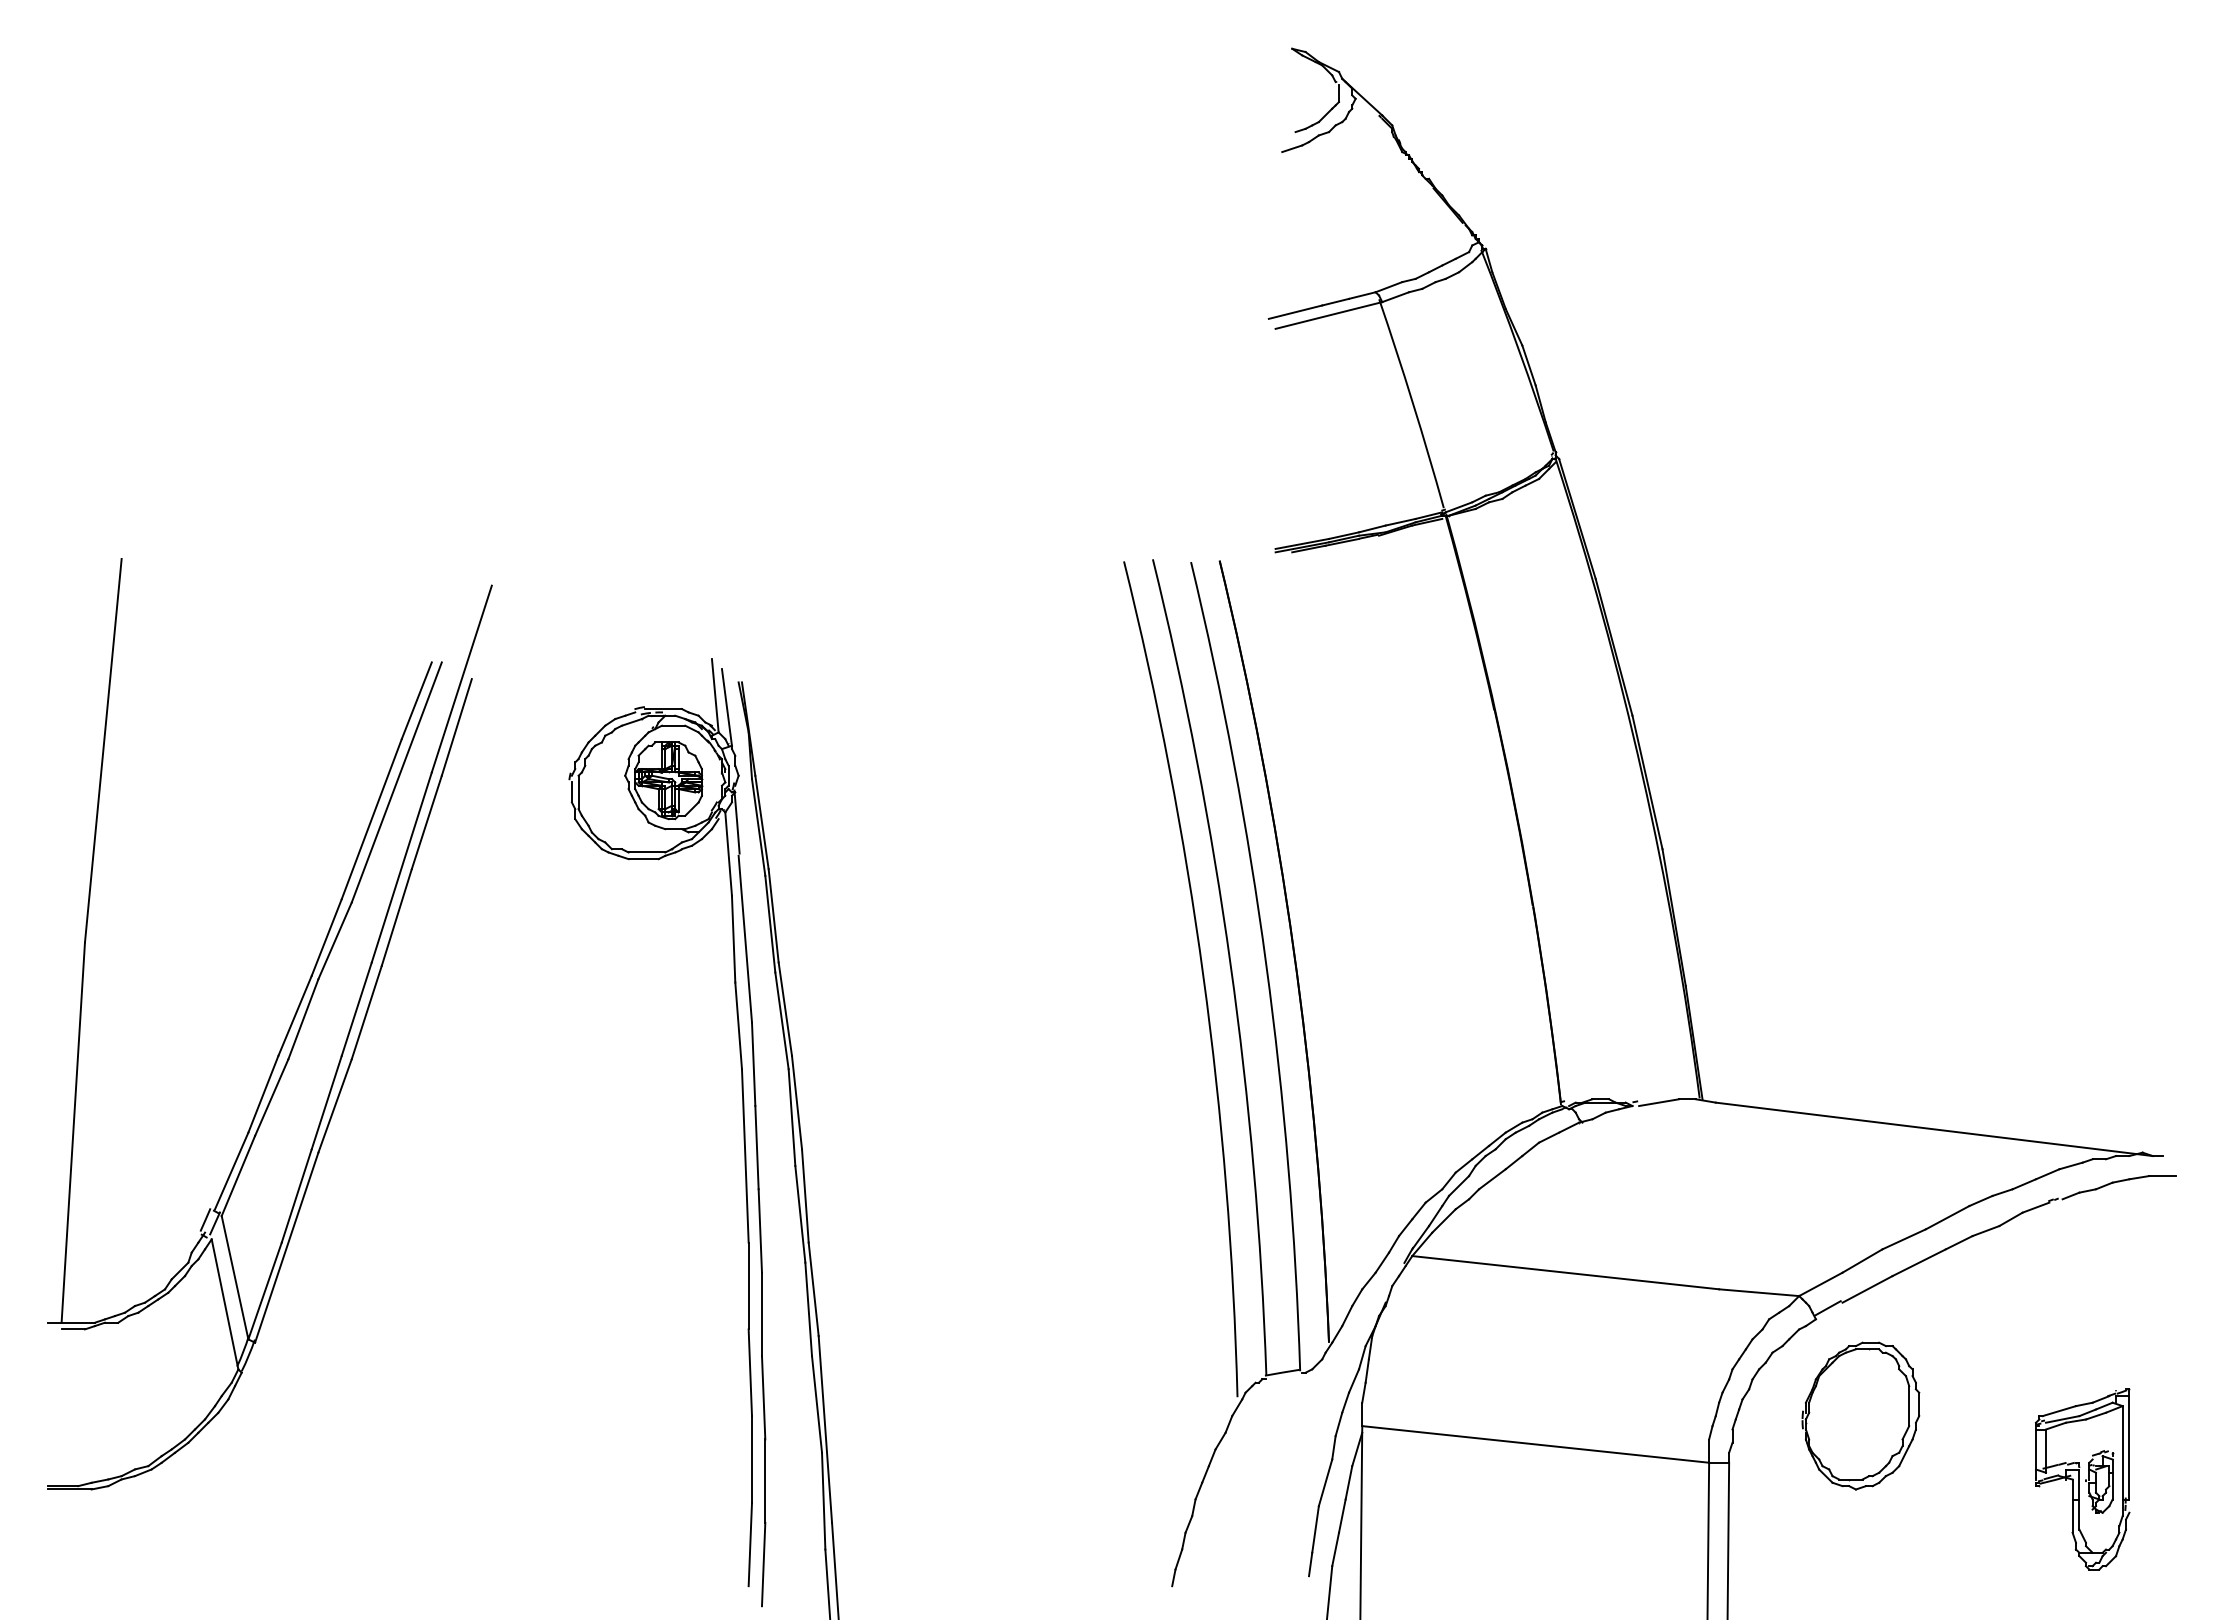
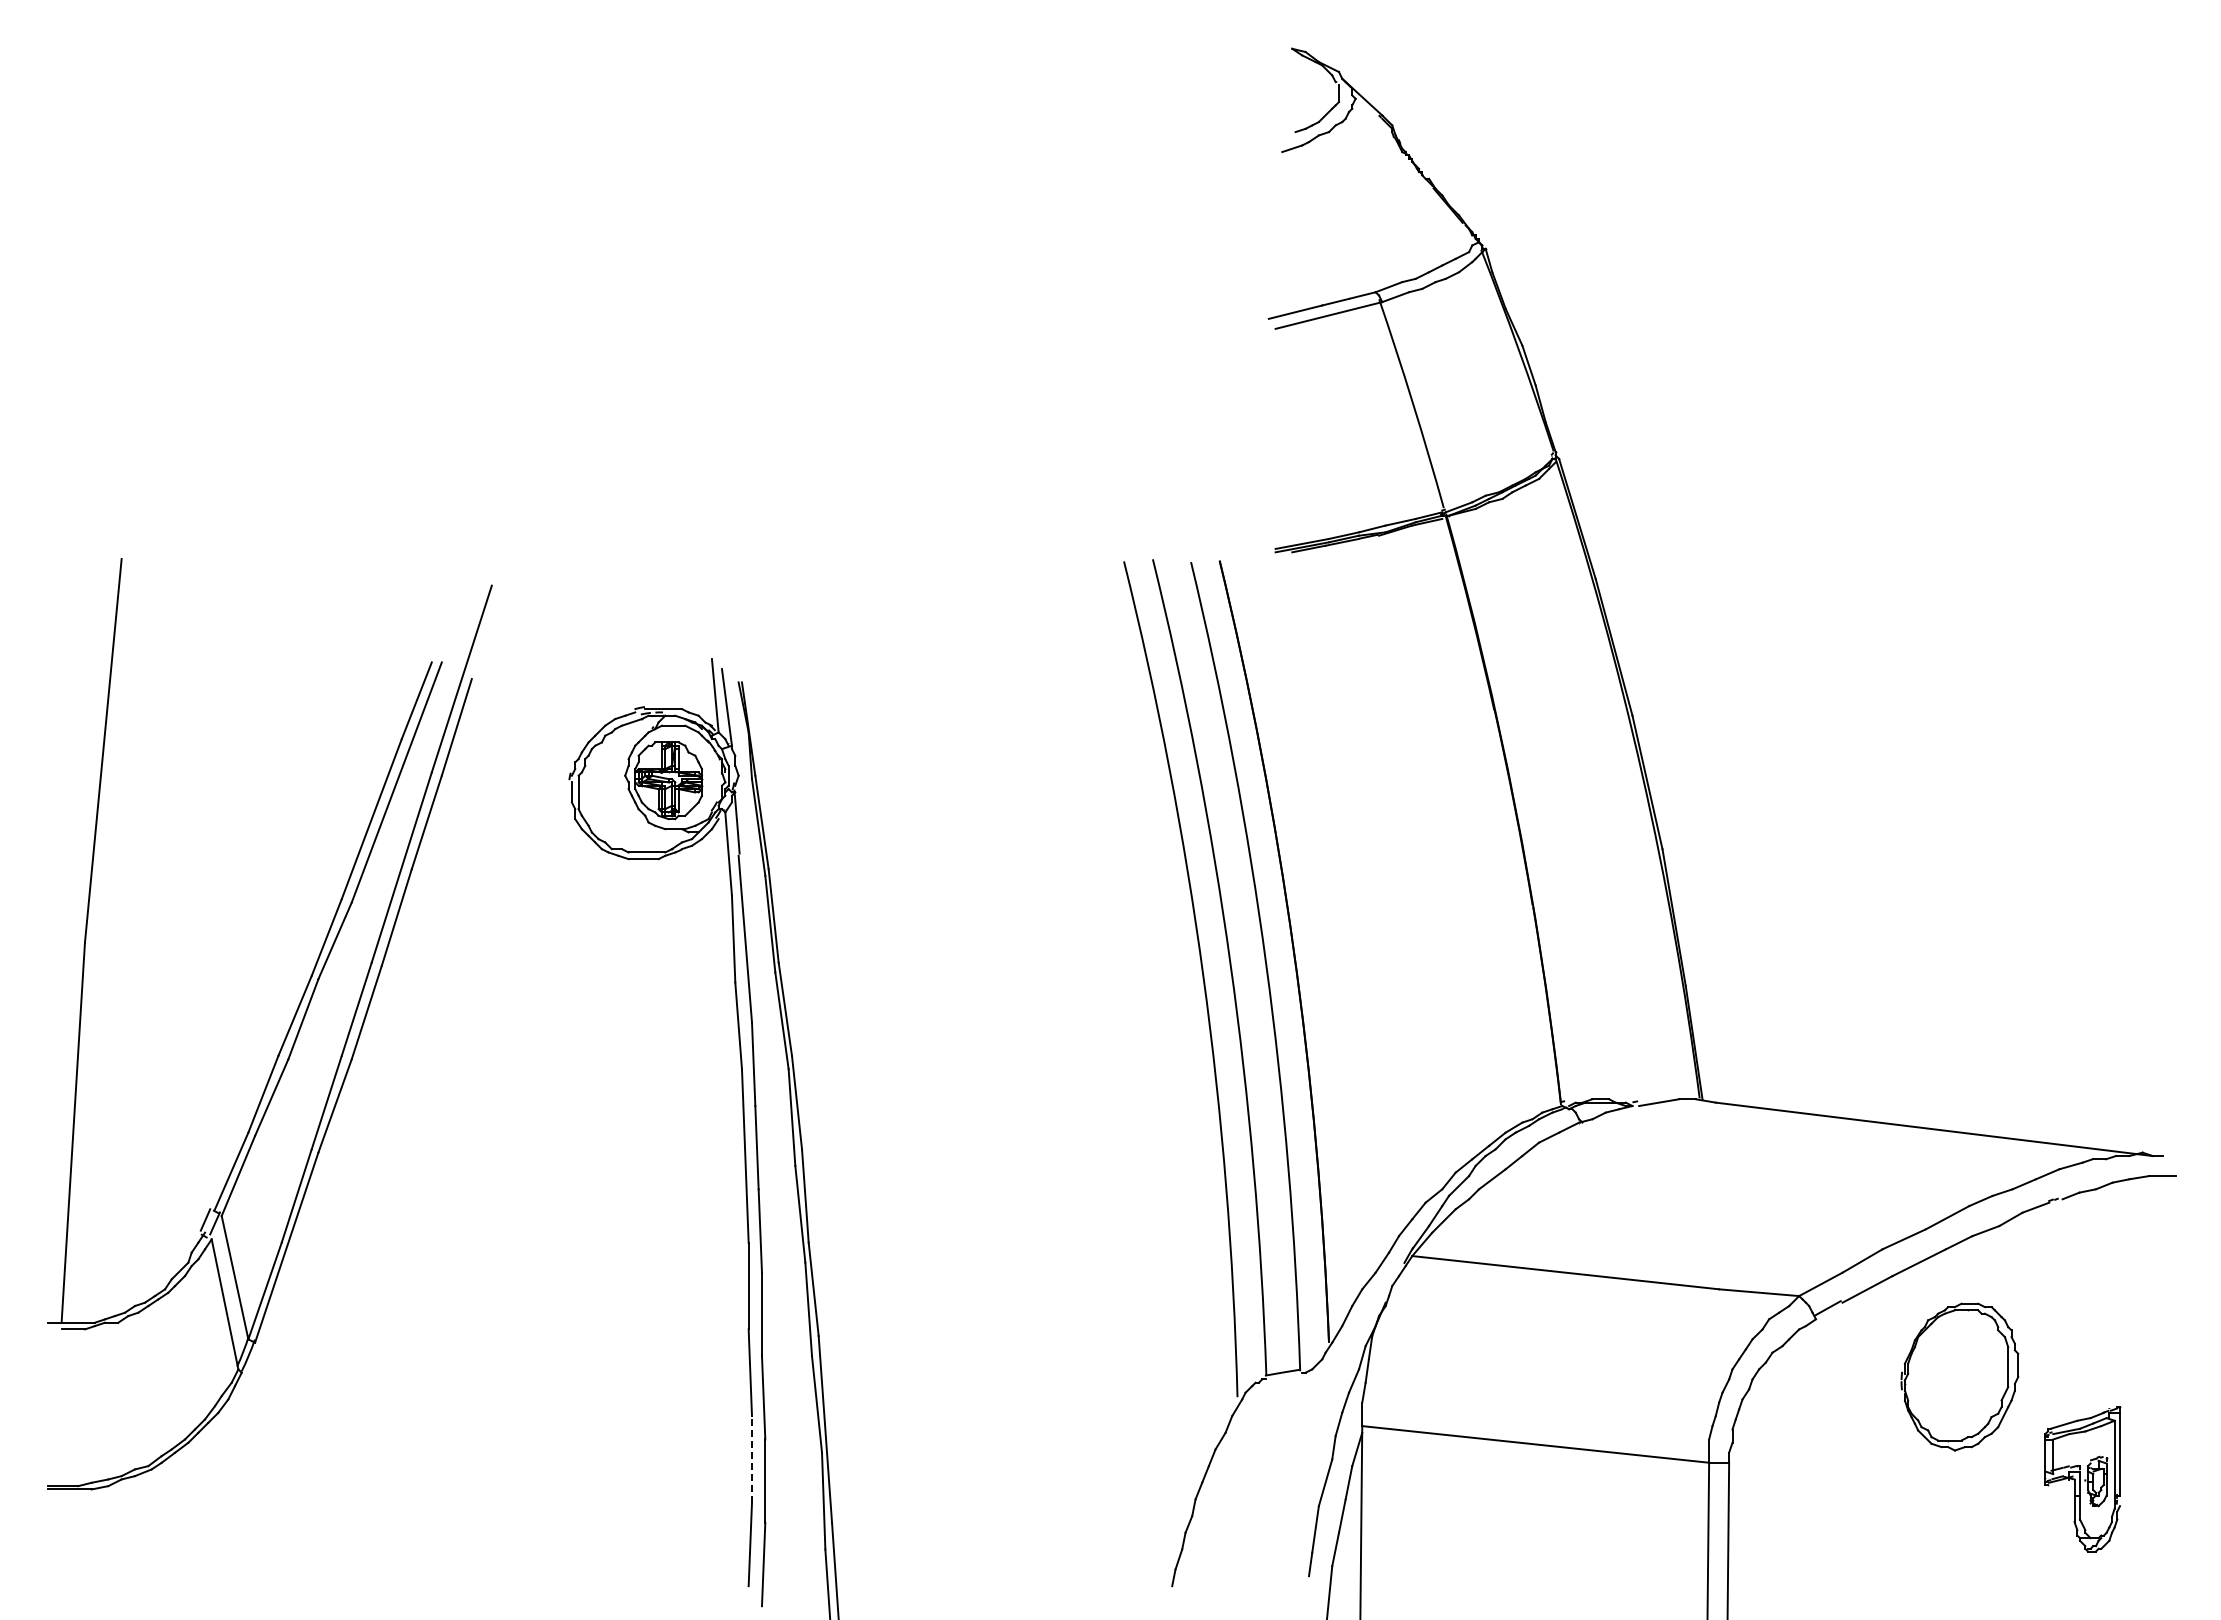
part at (1860, 1415) position: (1860, 1415) -> (1959, 1376)
line at (752, 1458): solid -> dashed
part at (2082, 1479) size: 97x183 px -> 78x147 px
